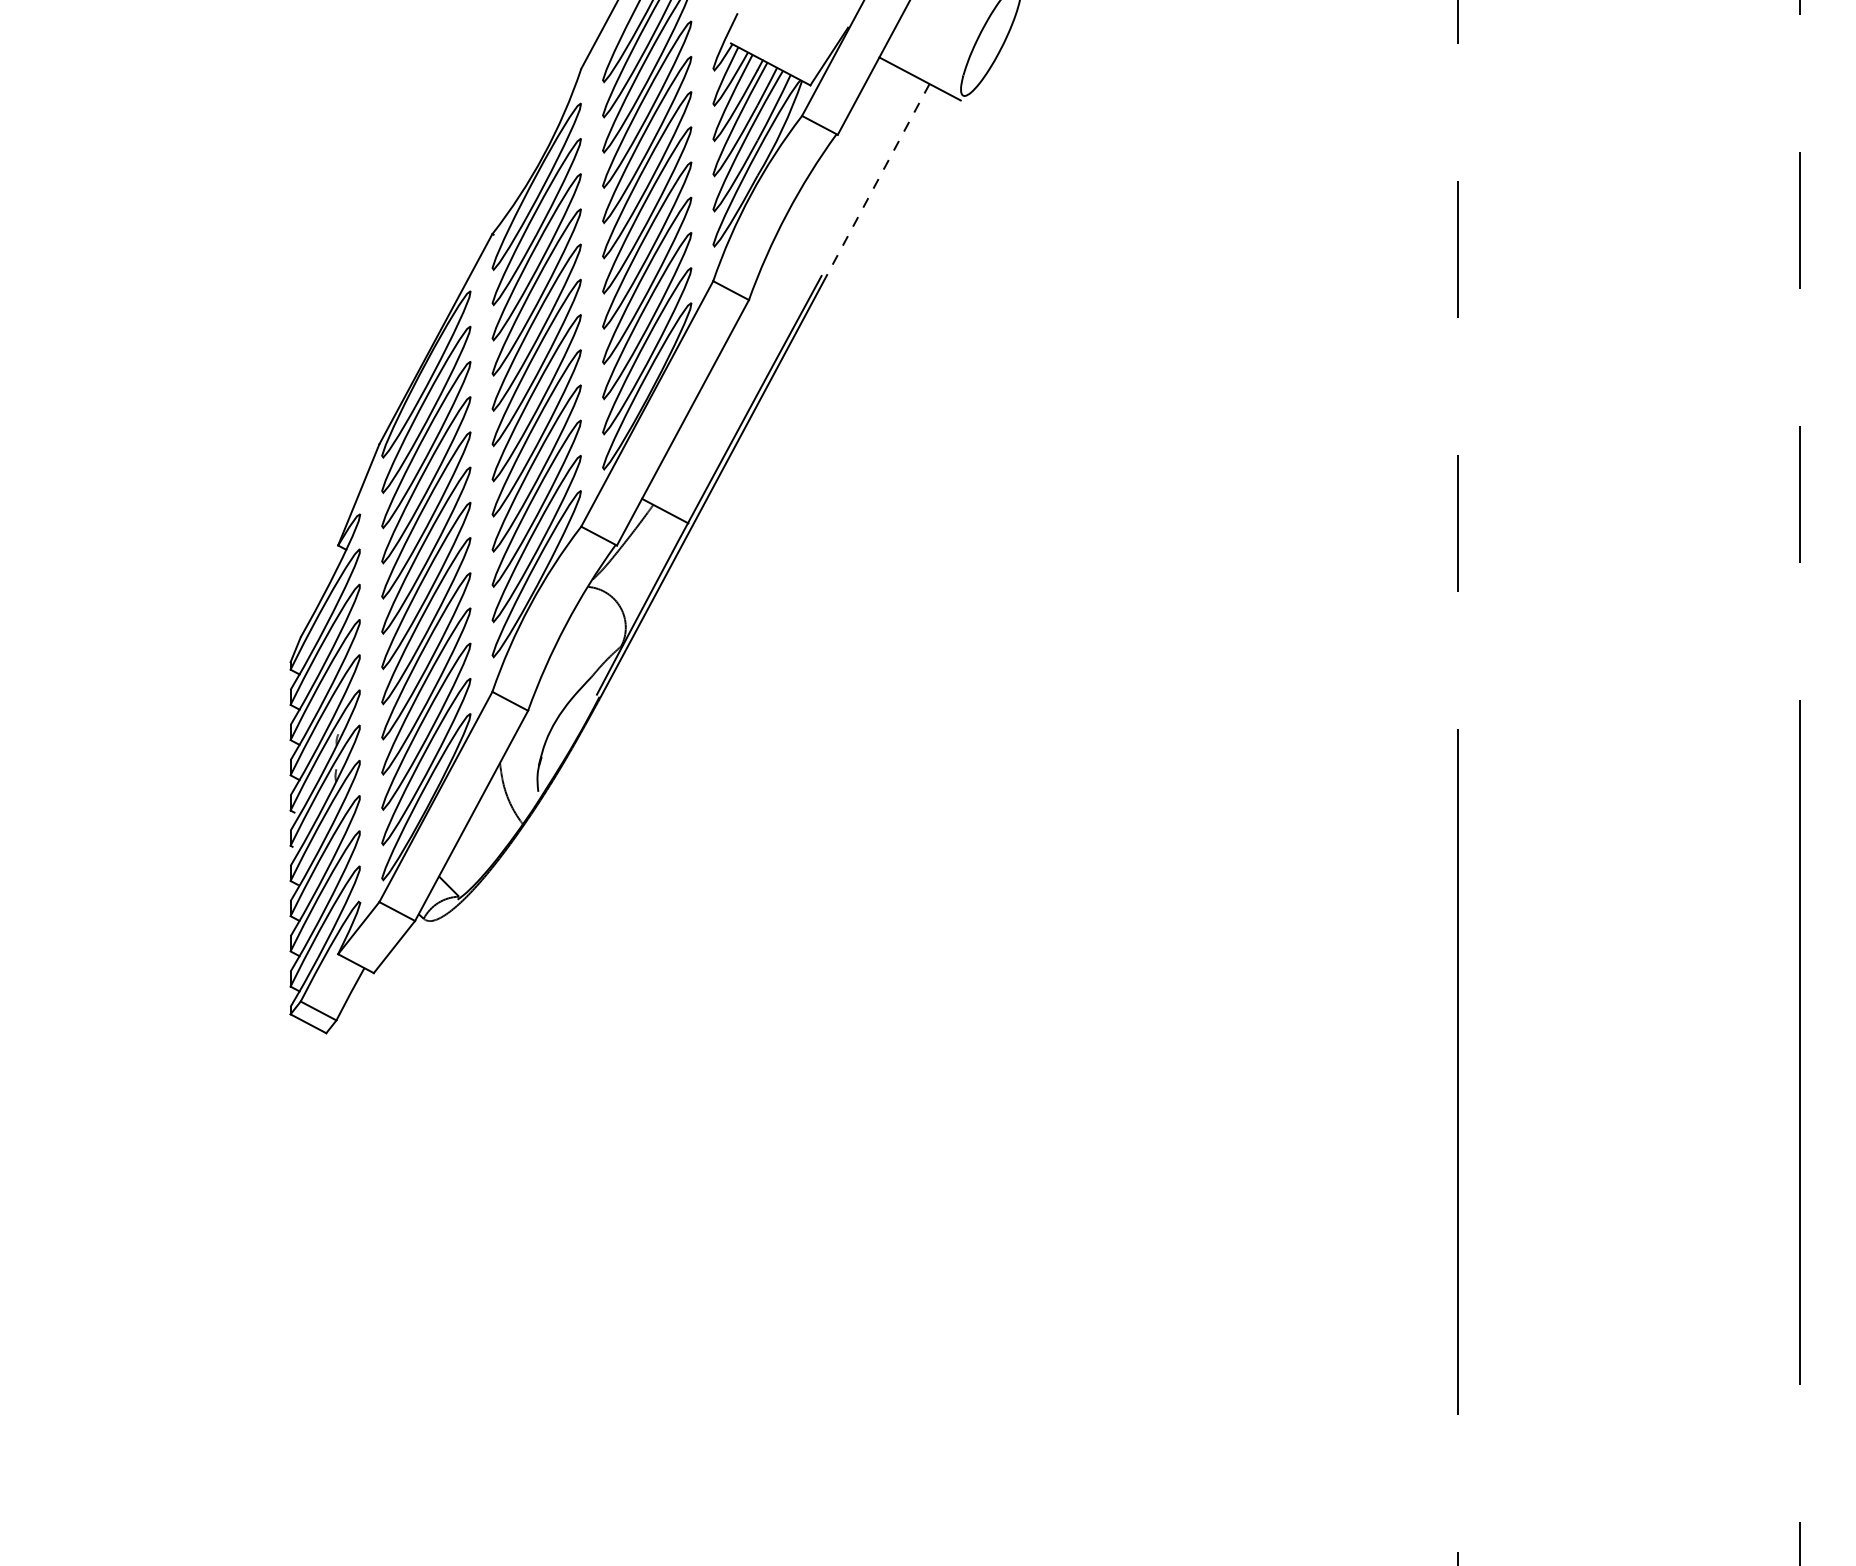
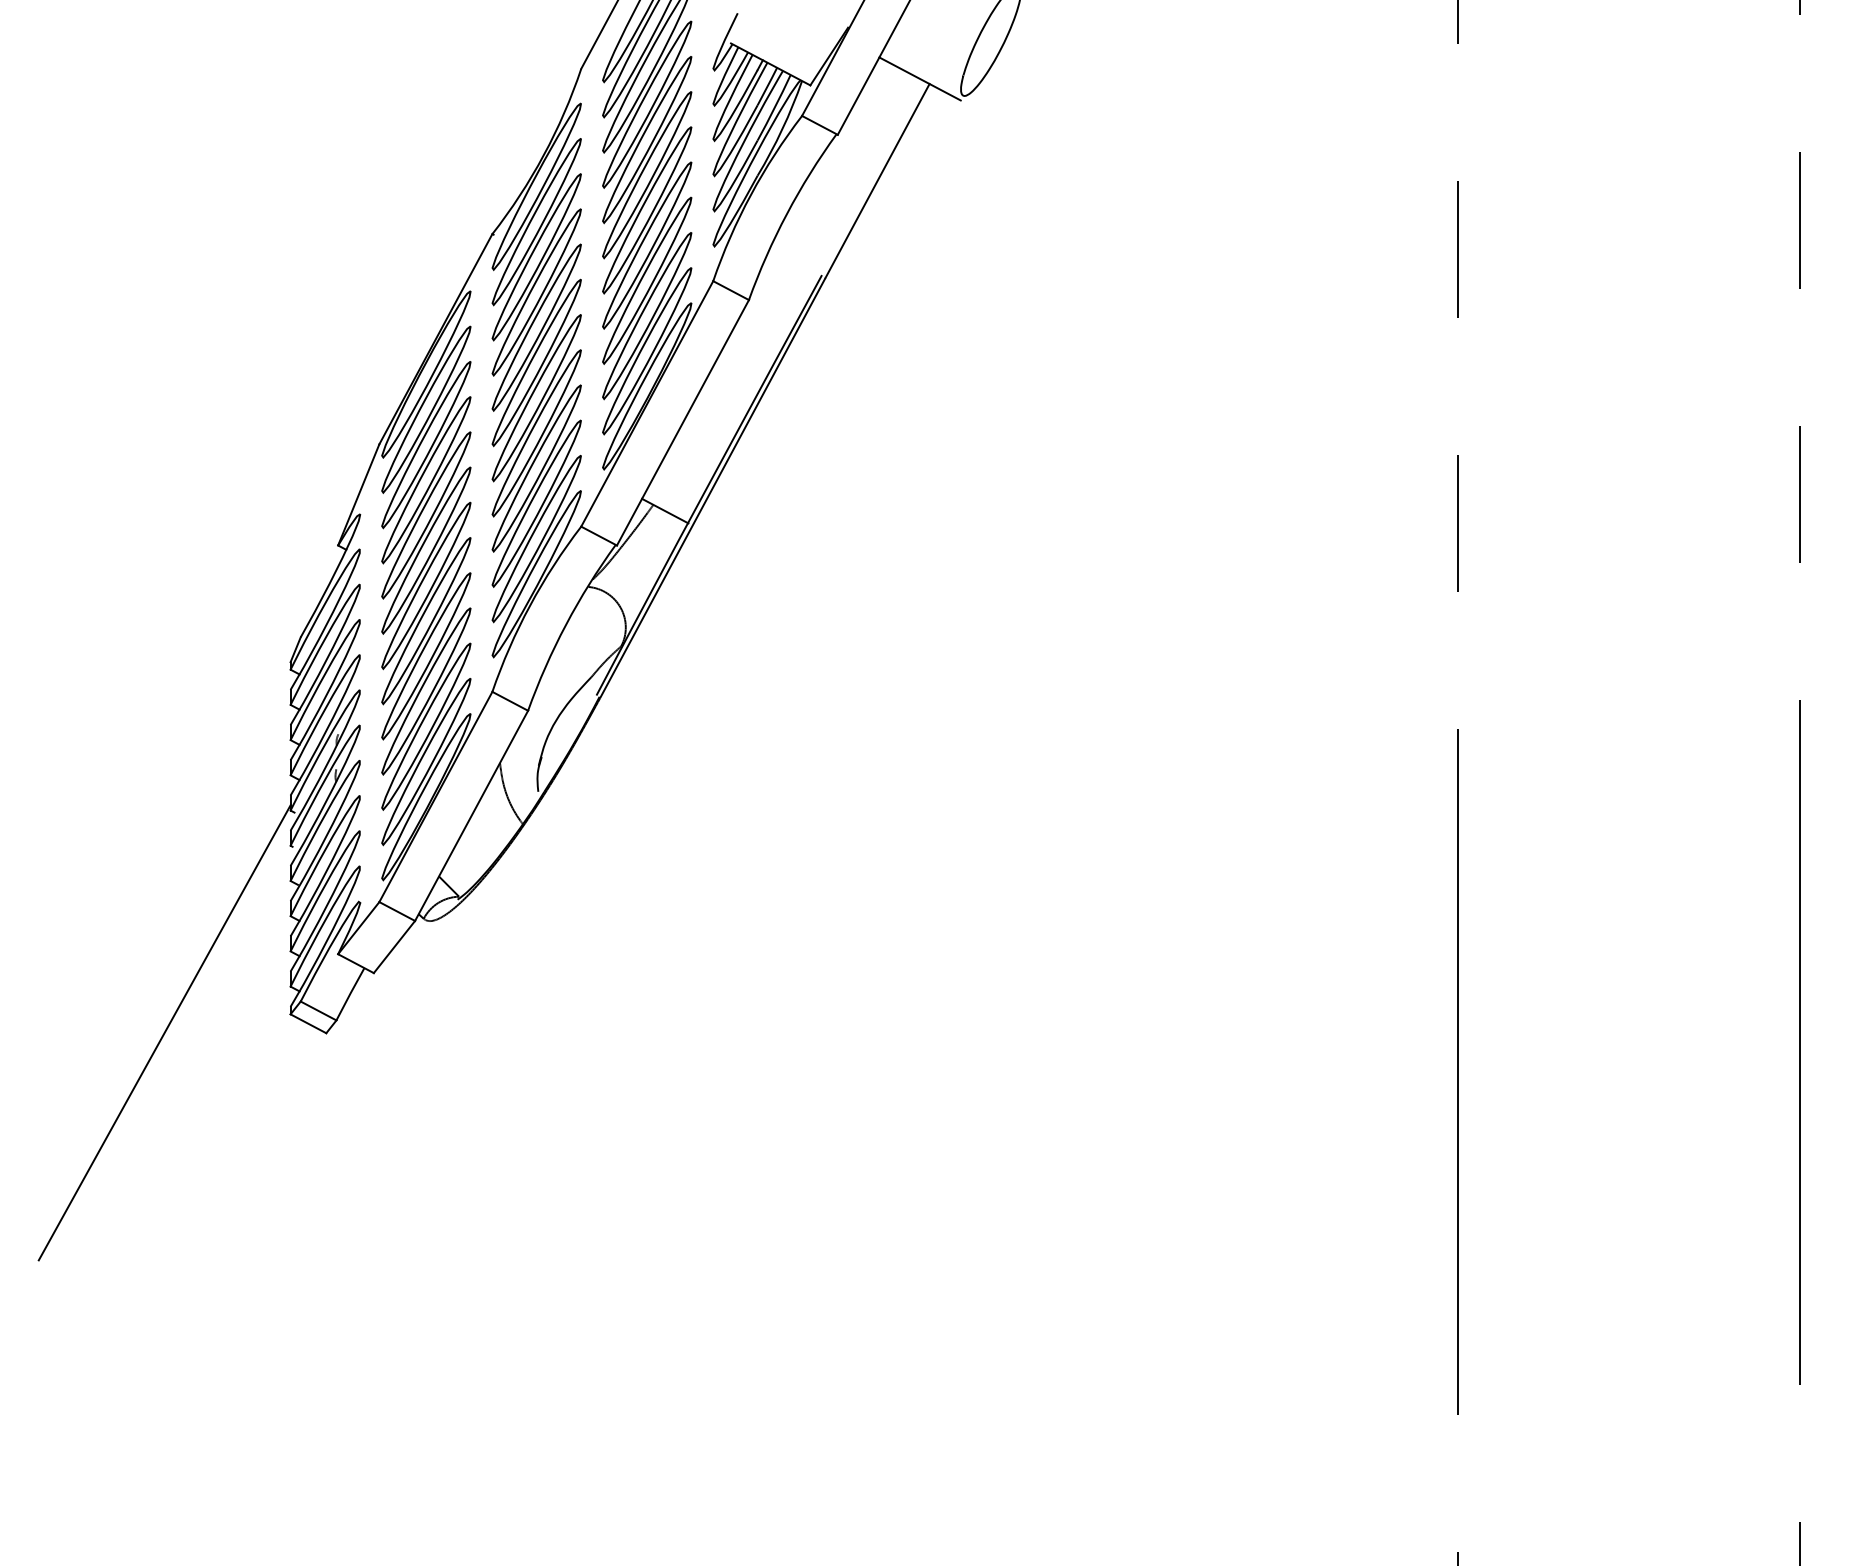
line at (877, 181): dashed -> solid
line at (164, 1032): none -> present
